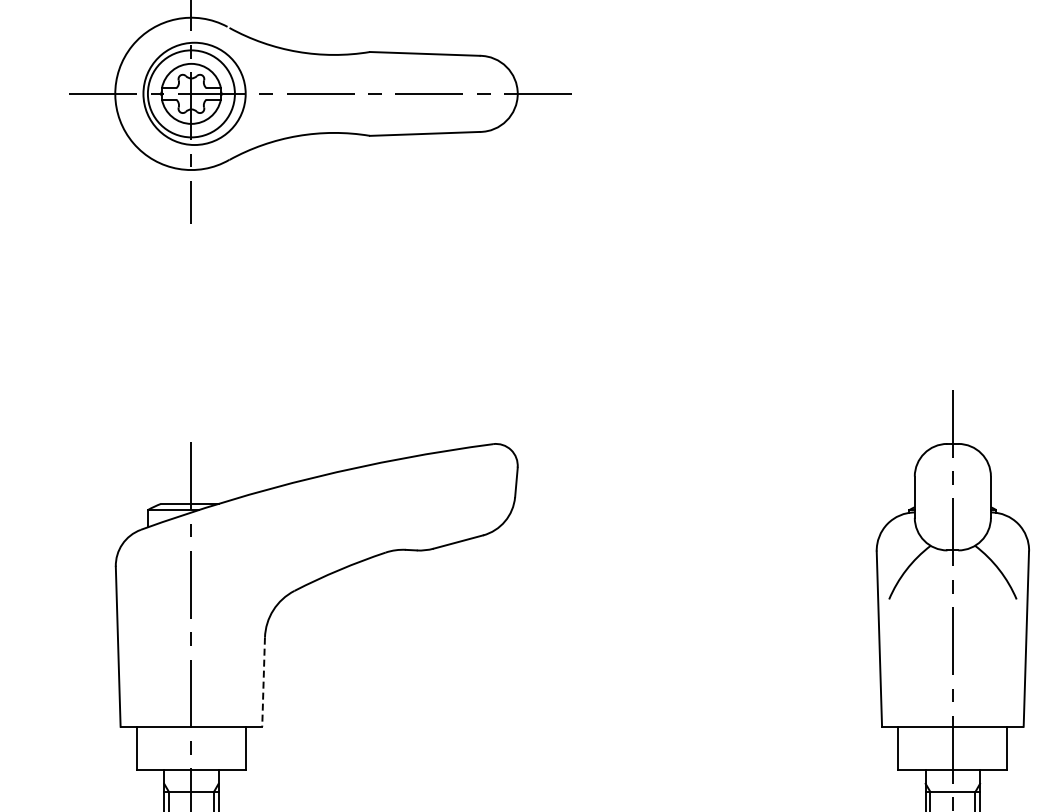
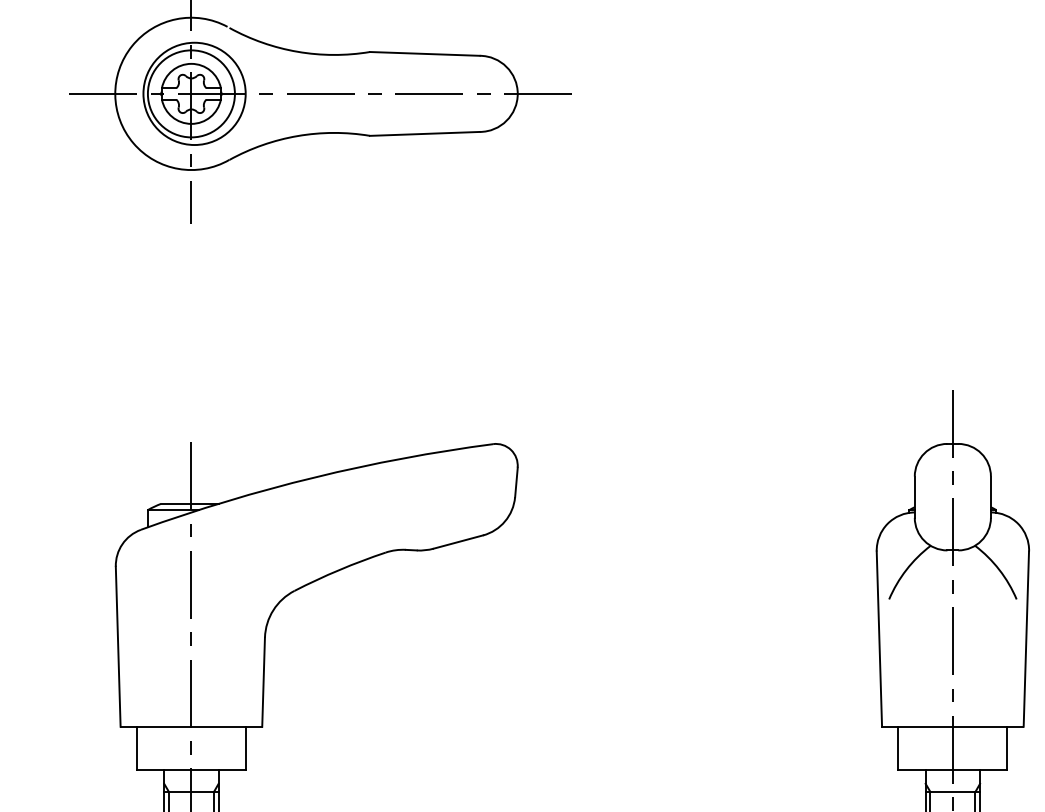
line at (263, 682): dashed -> solid
